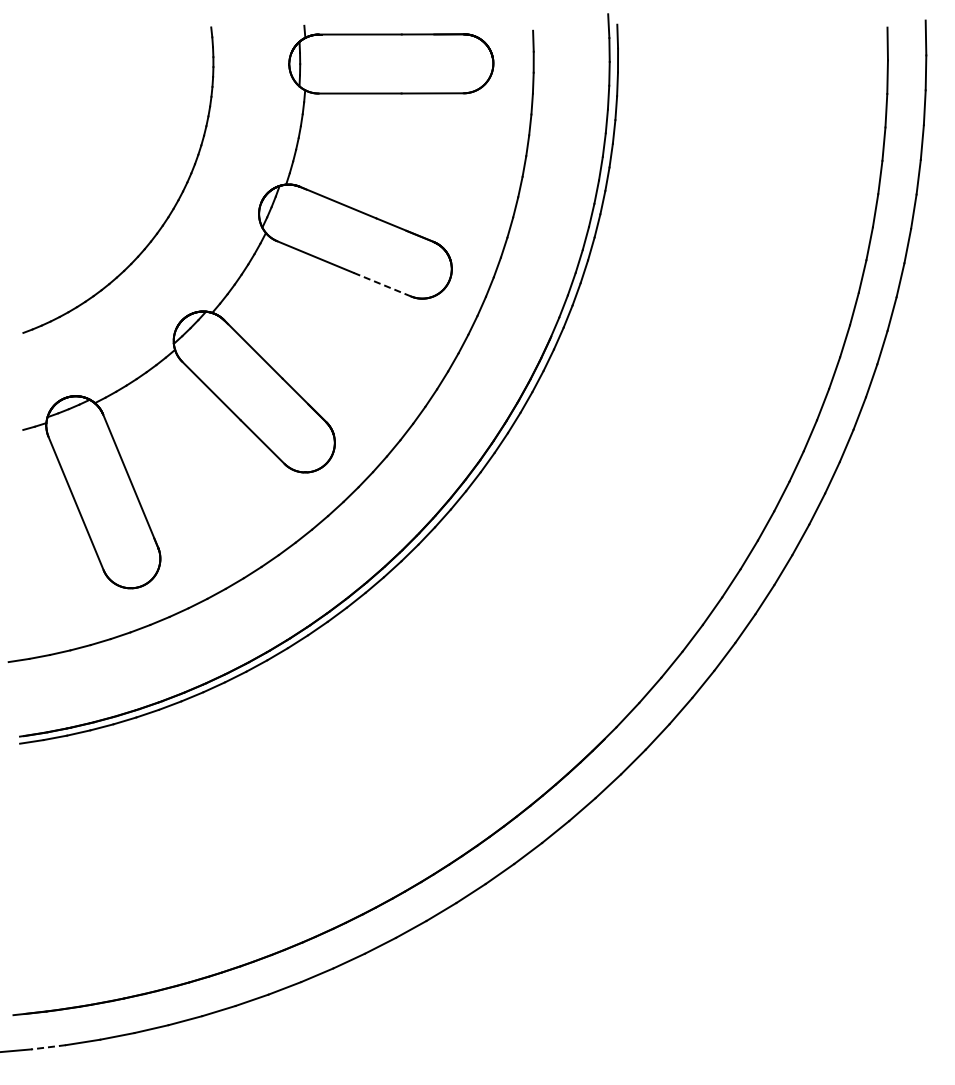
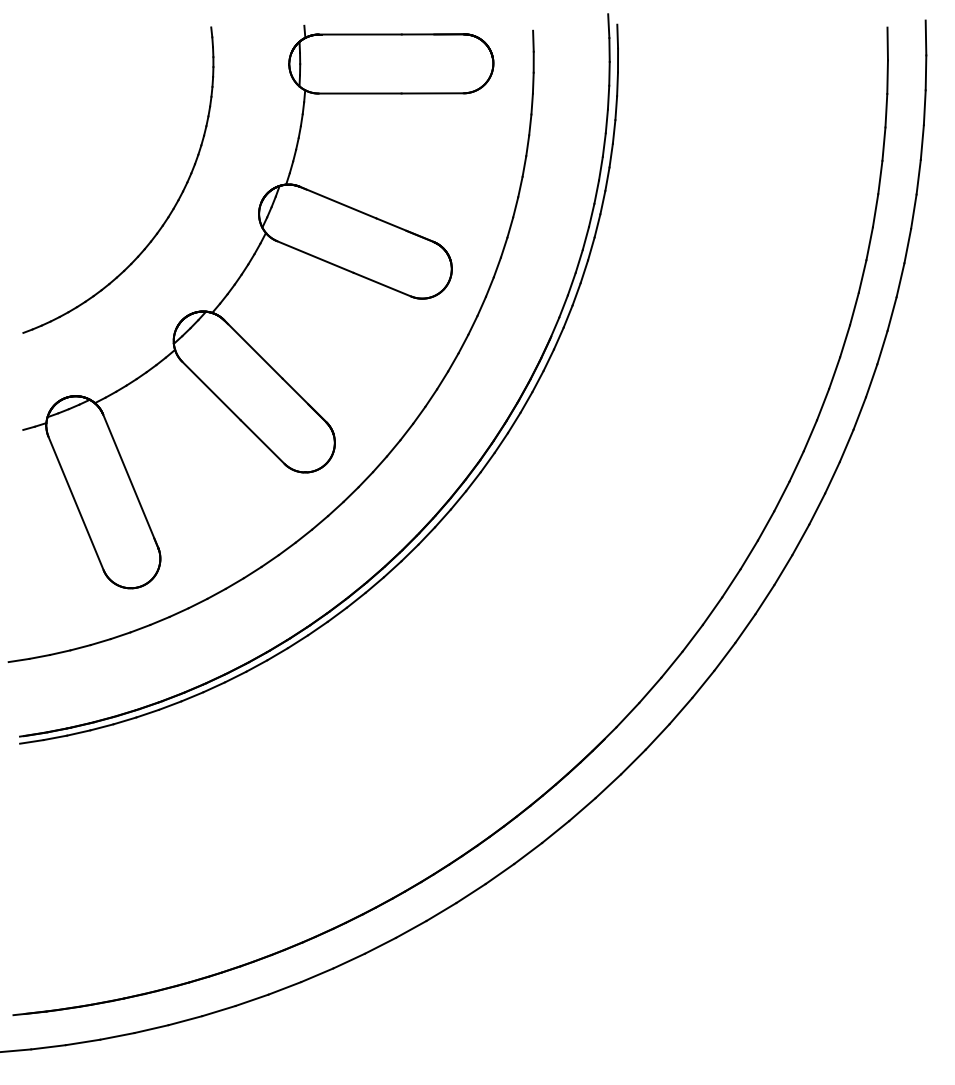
line at (381, 284): dashed -> solid
line at (48, 1047): dashed -> solid
